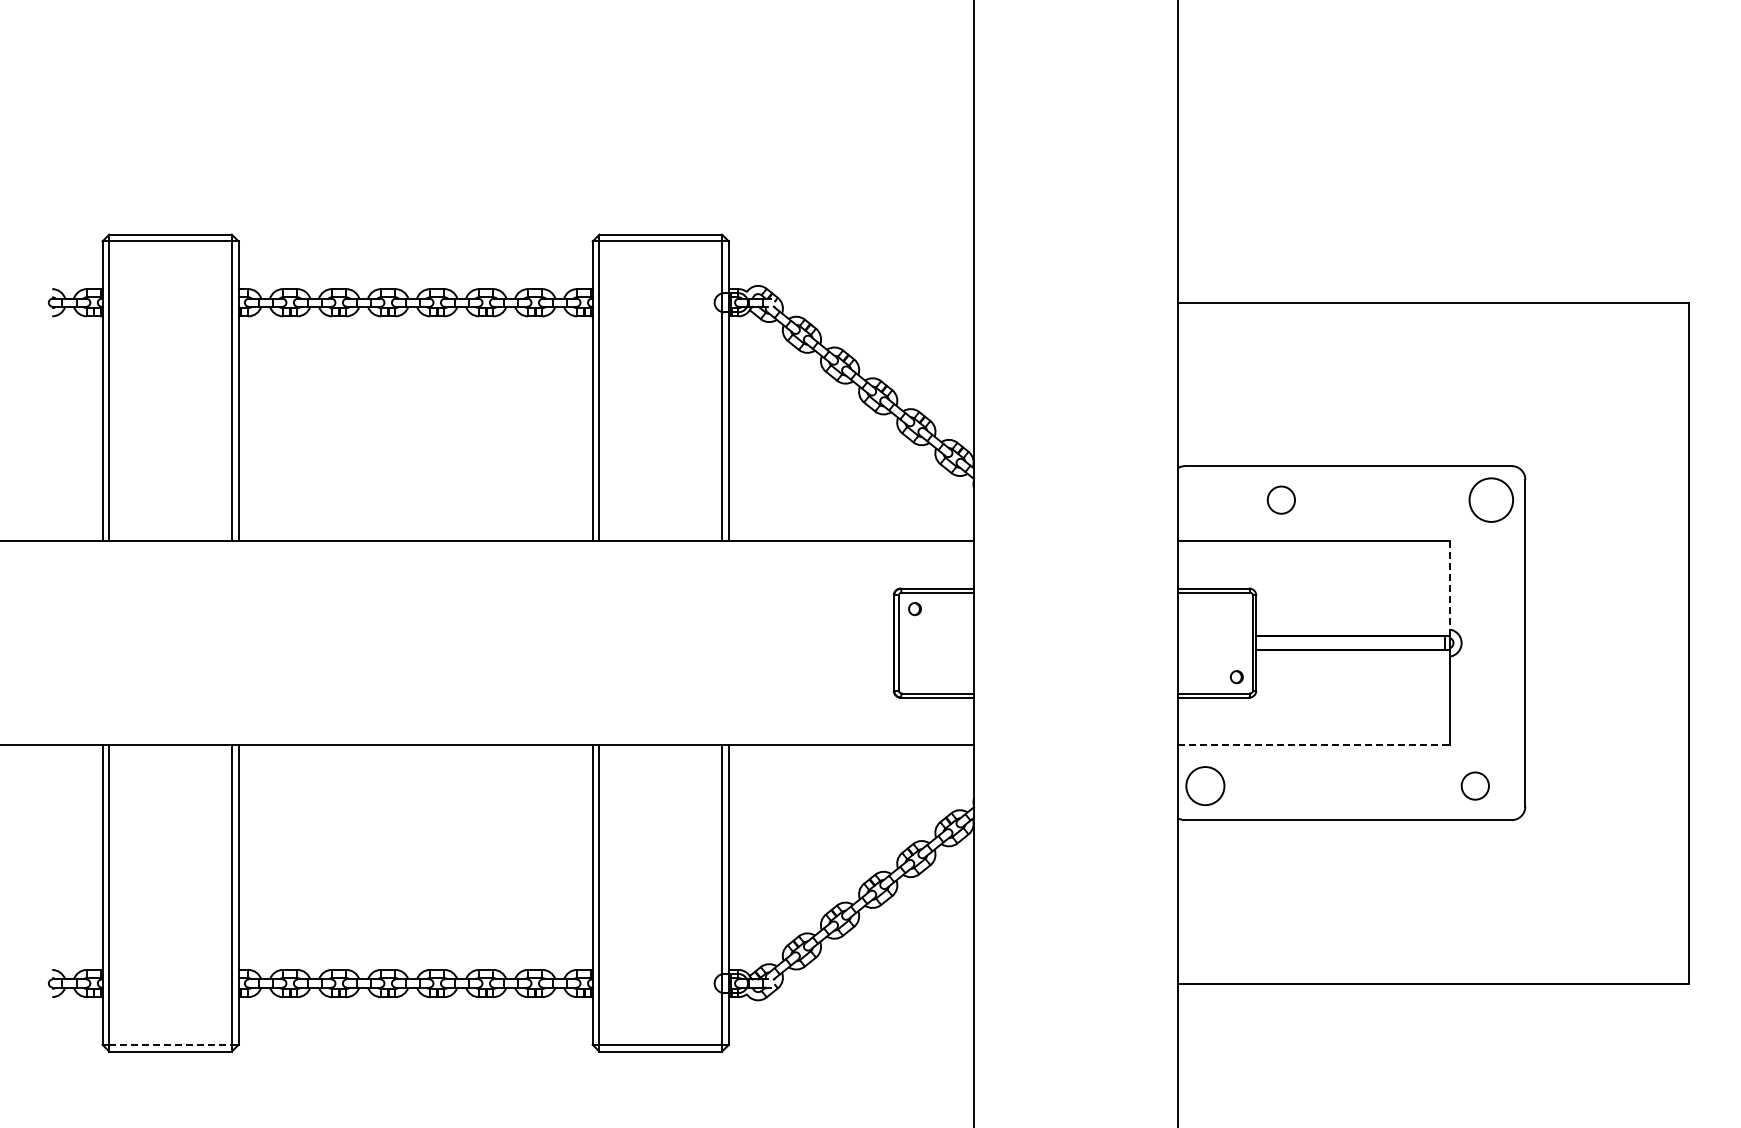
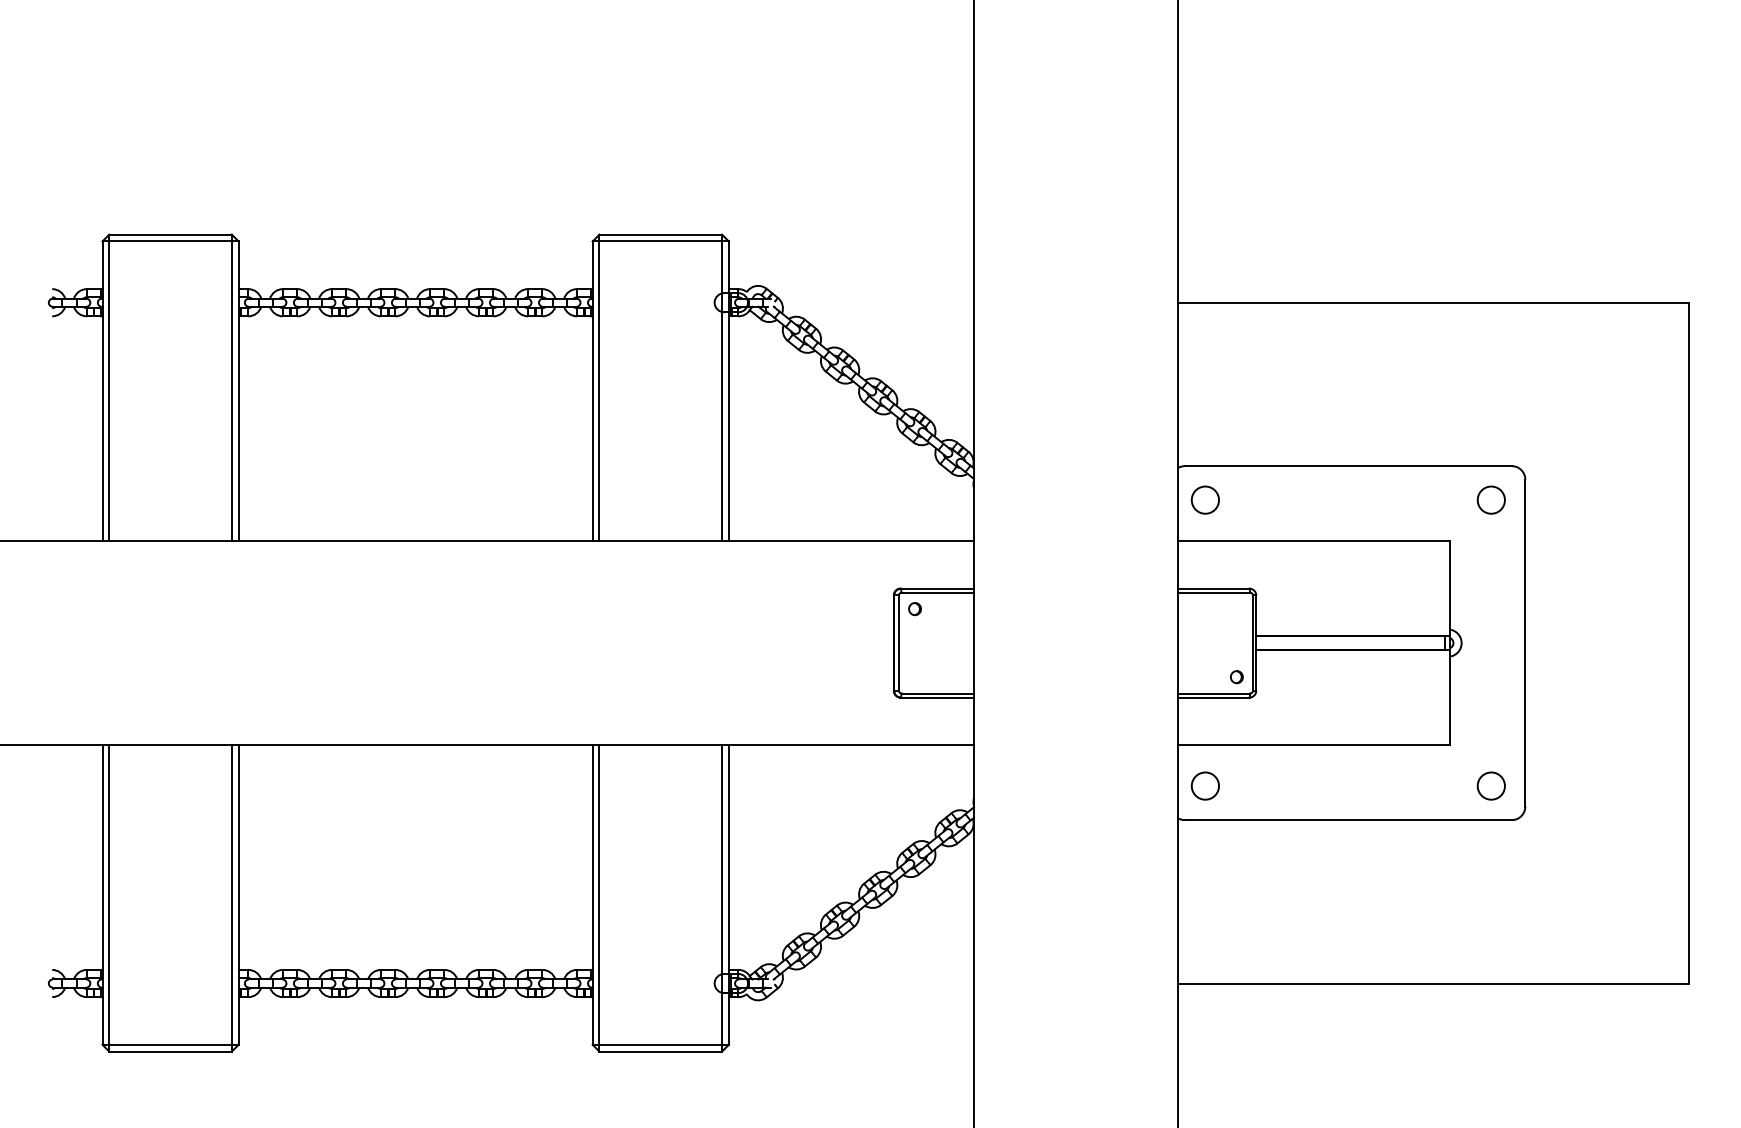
circle at (1280, 499) position: (1280, 499) -> (1204, 499)
circle at (1491, 499) diameter: 44 px -> 27 px
line at (1450, 588): dashed -> solid
line at (1314, 745): dashed -> solid
circle at (1474, 785) position: (1474, 785) -> (1490, 785)
circle at (1205, 786) diameter: 38 px -> 27 px
line at (171, 1044): dashed -> solid
